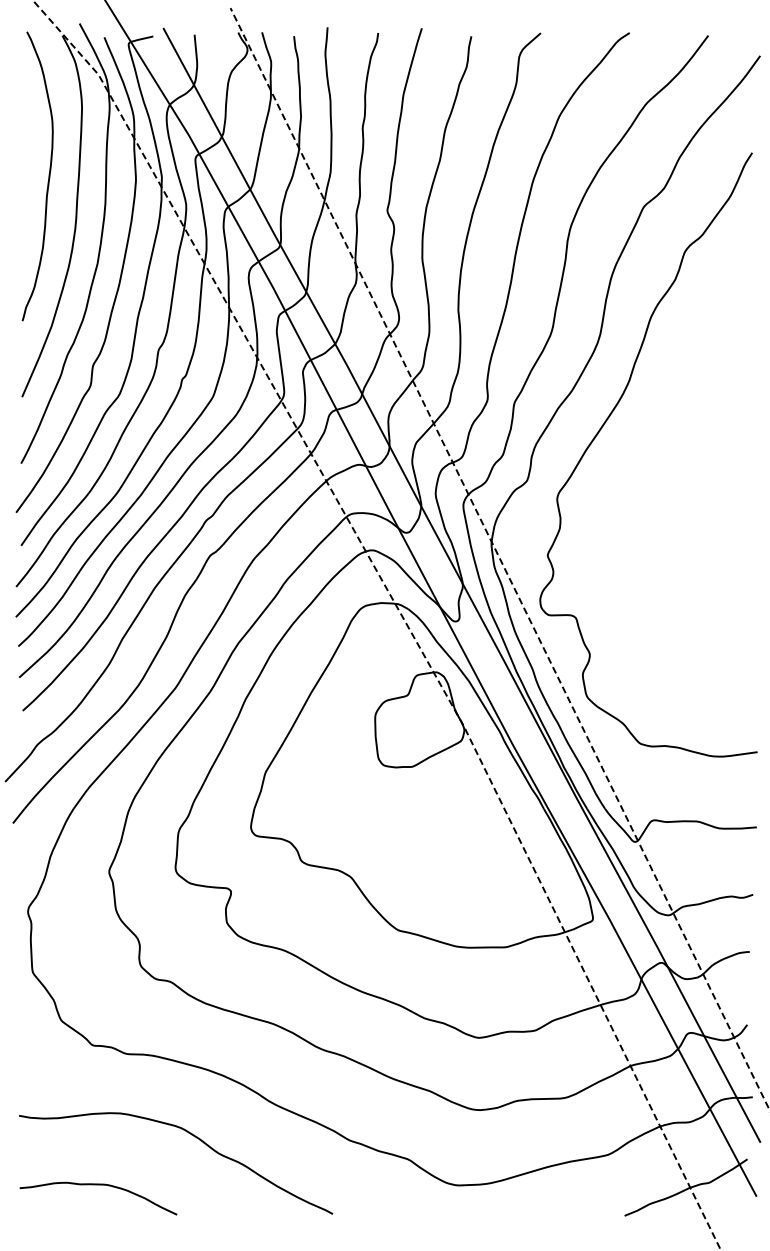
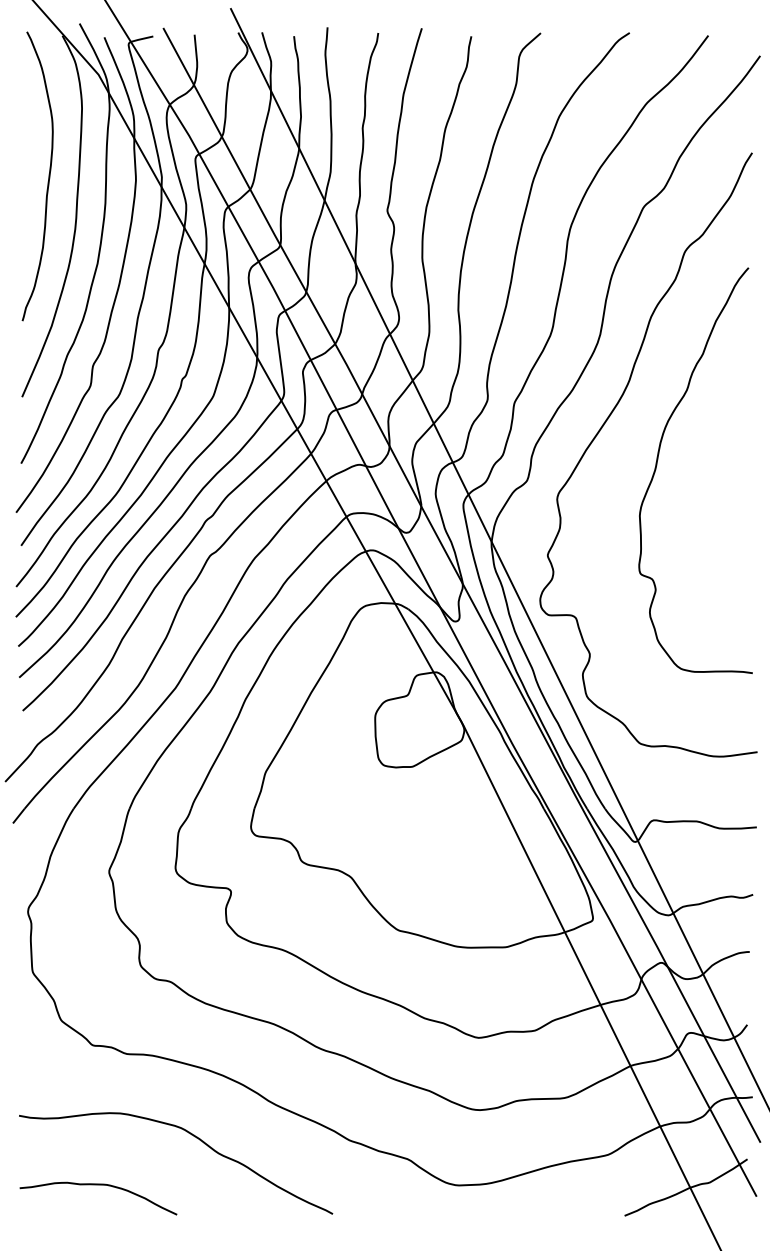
curve at (657, 465): none -> present
line at (499, 558): dashed -> solid
line at (399, 611): dashed -> solid
